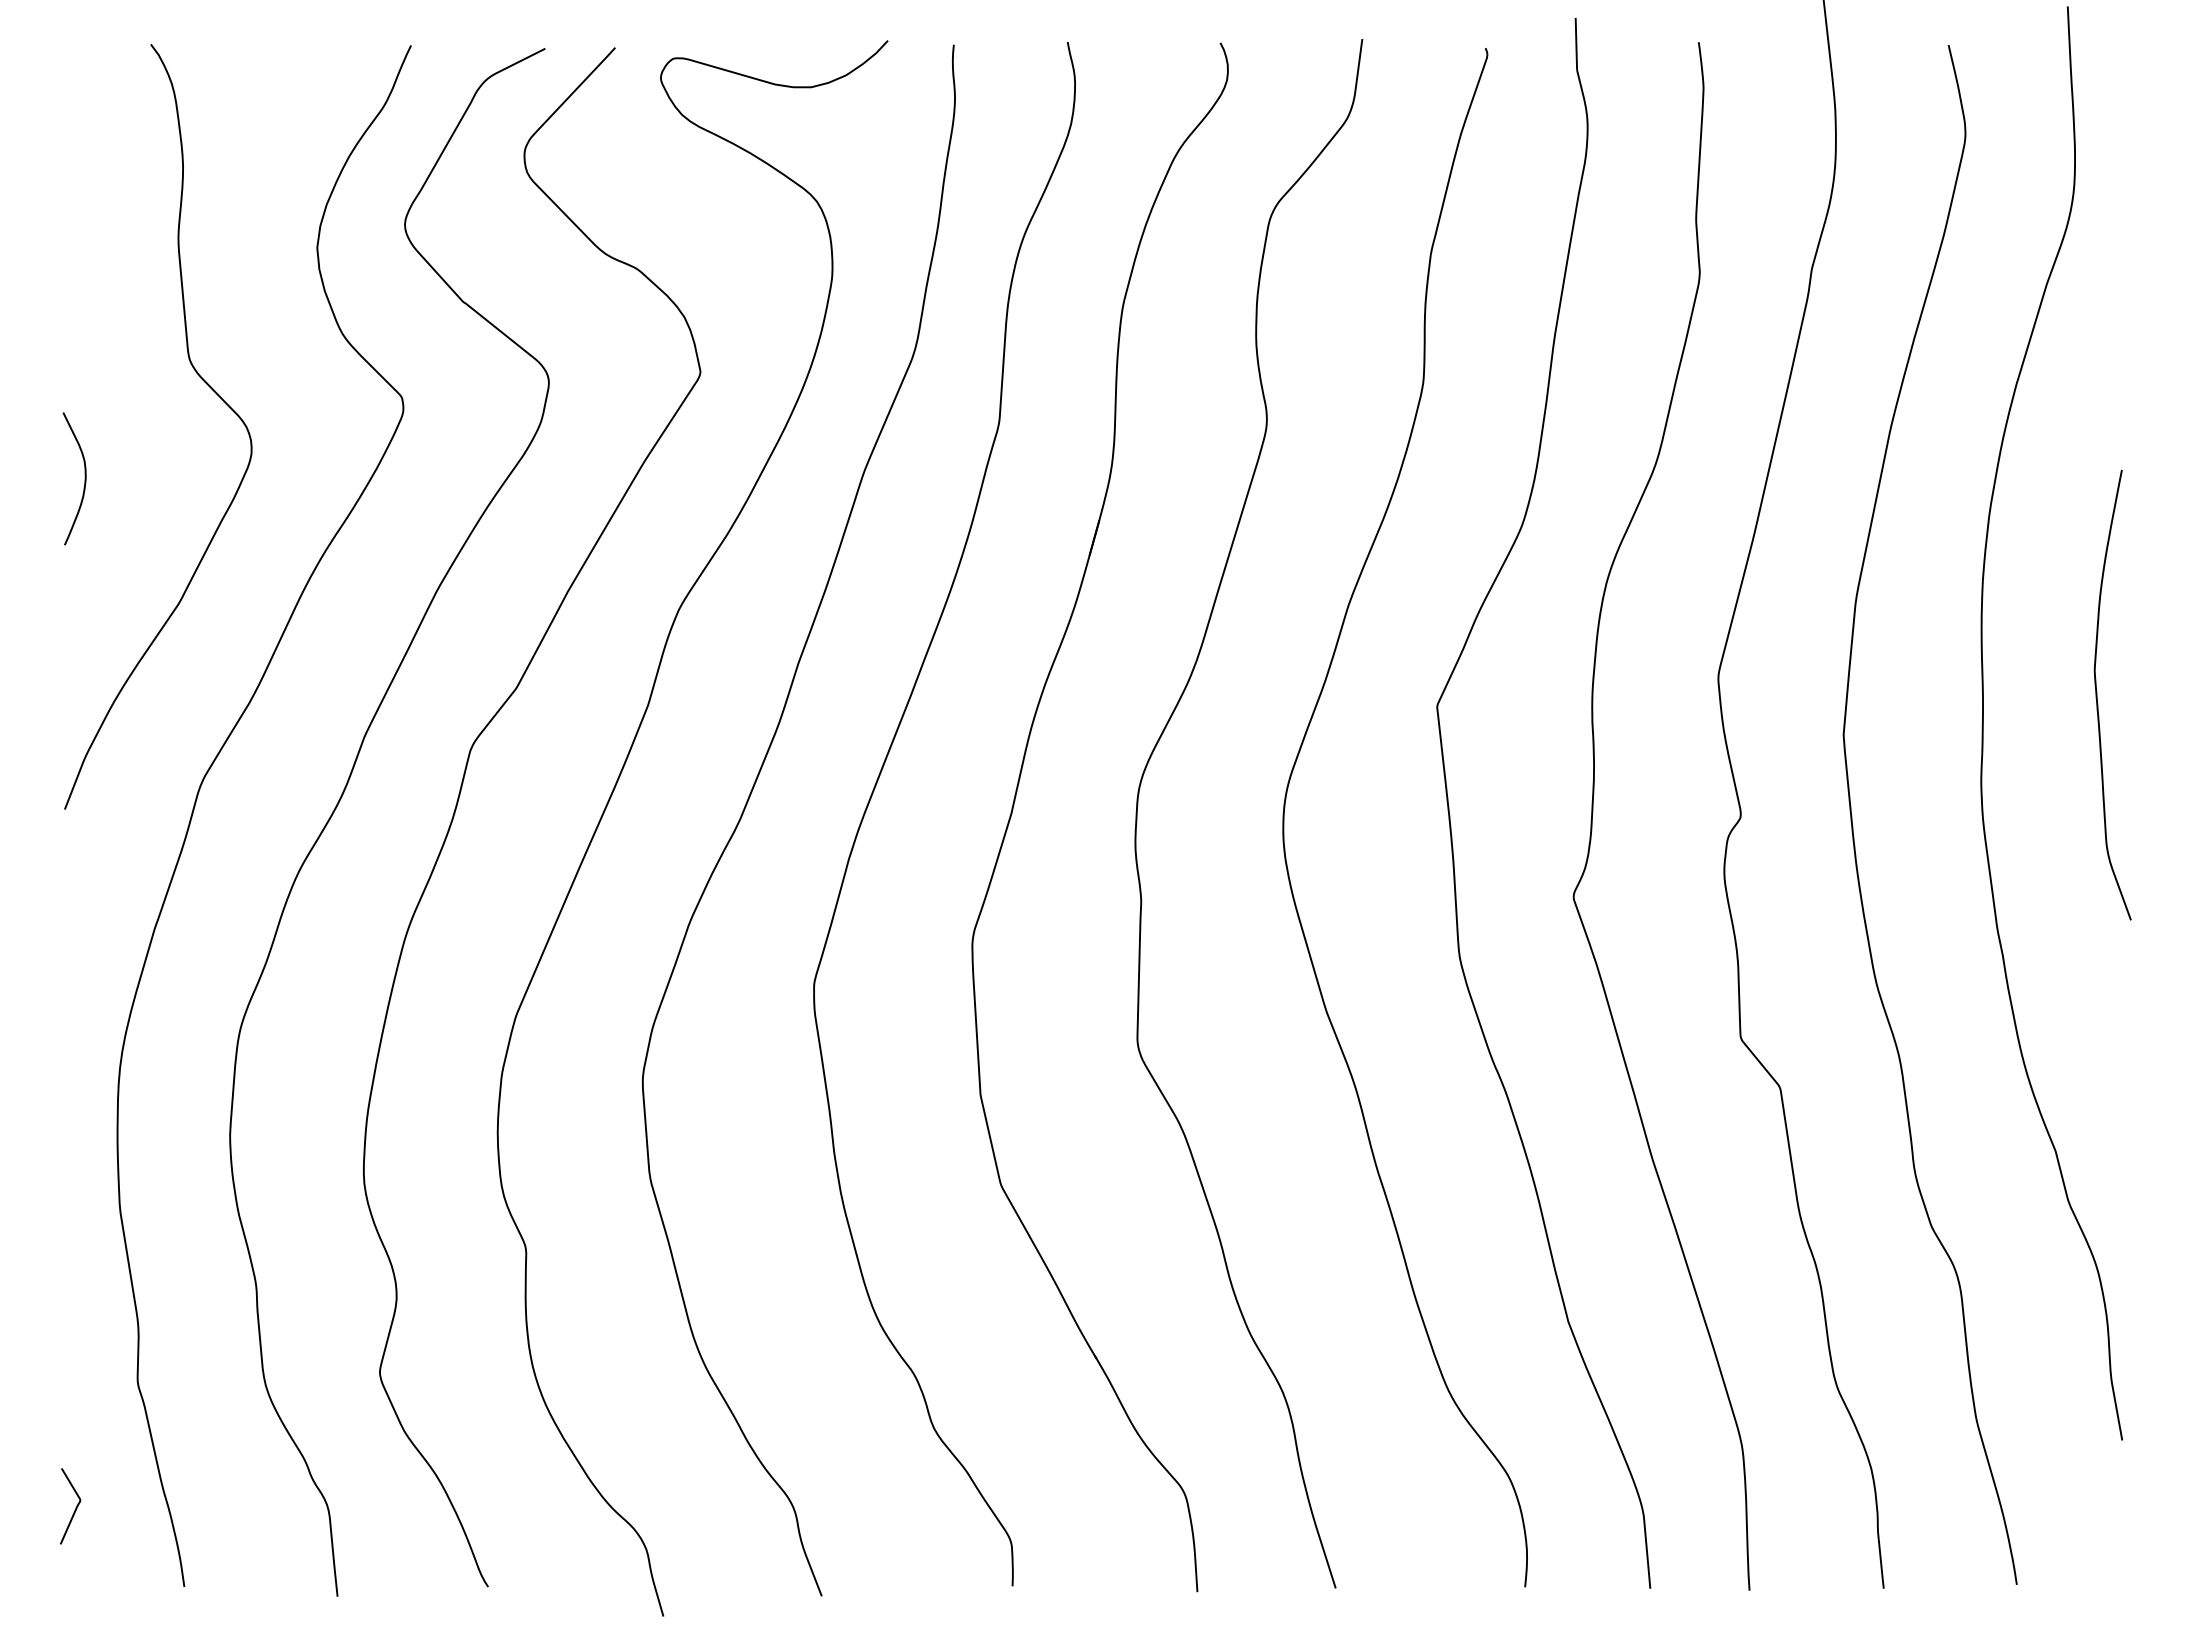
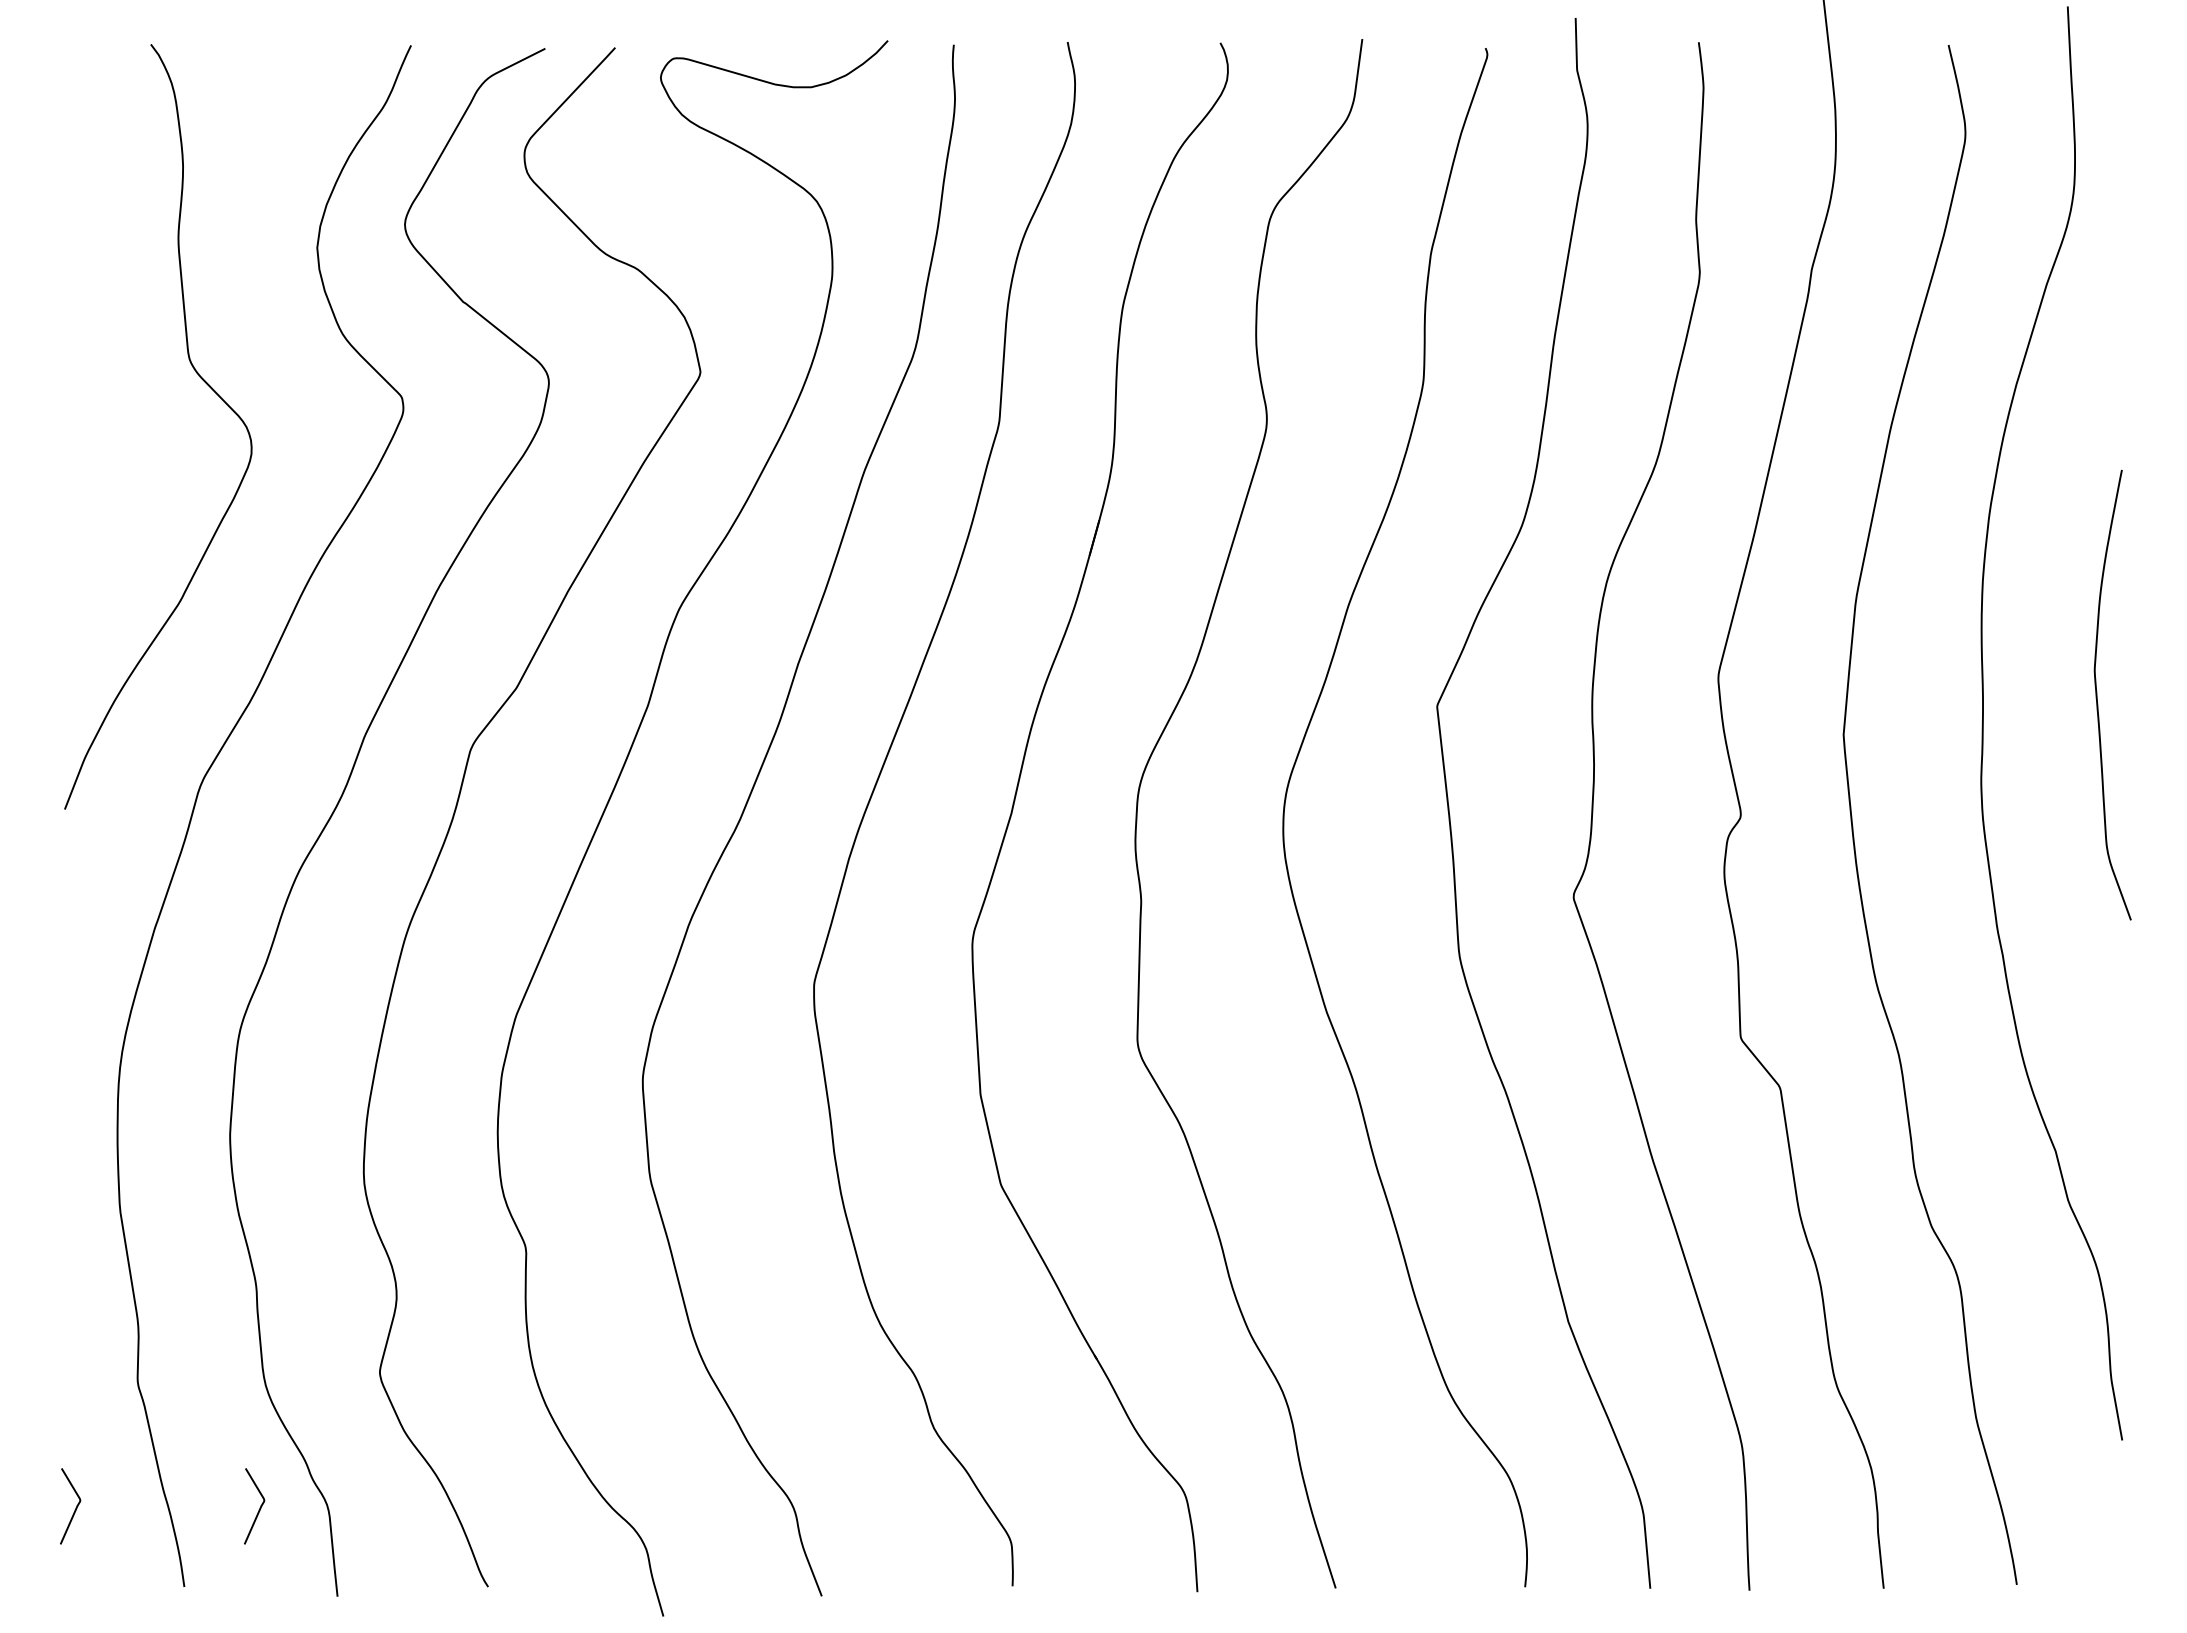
curve at (84, 478): present -> none
curve at (259, 1507): none -> present
